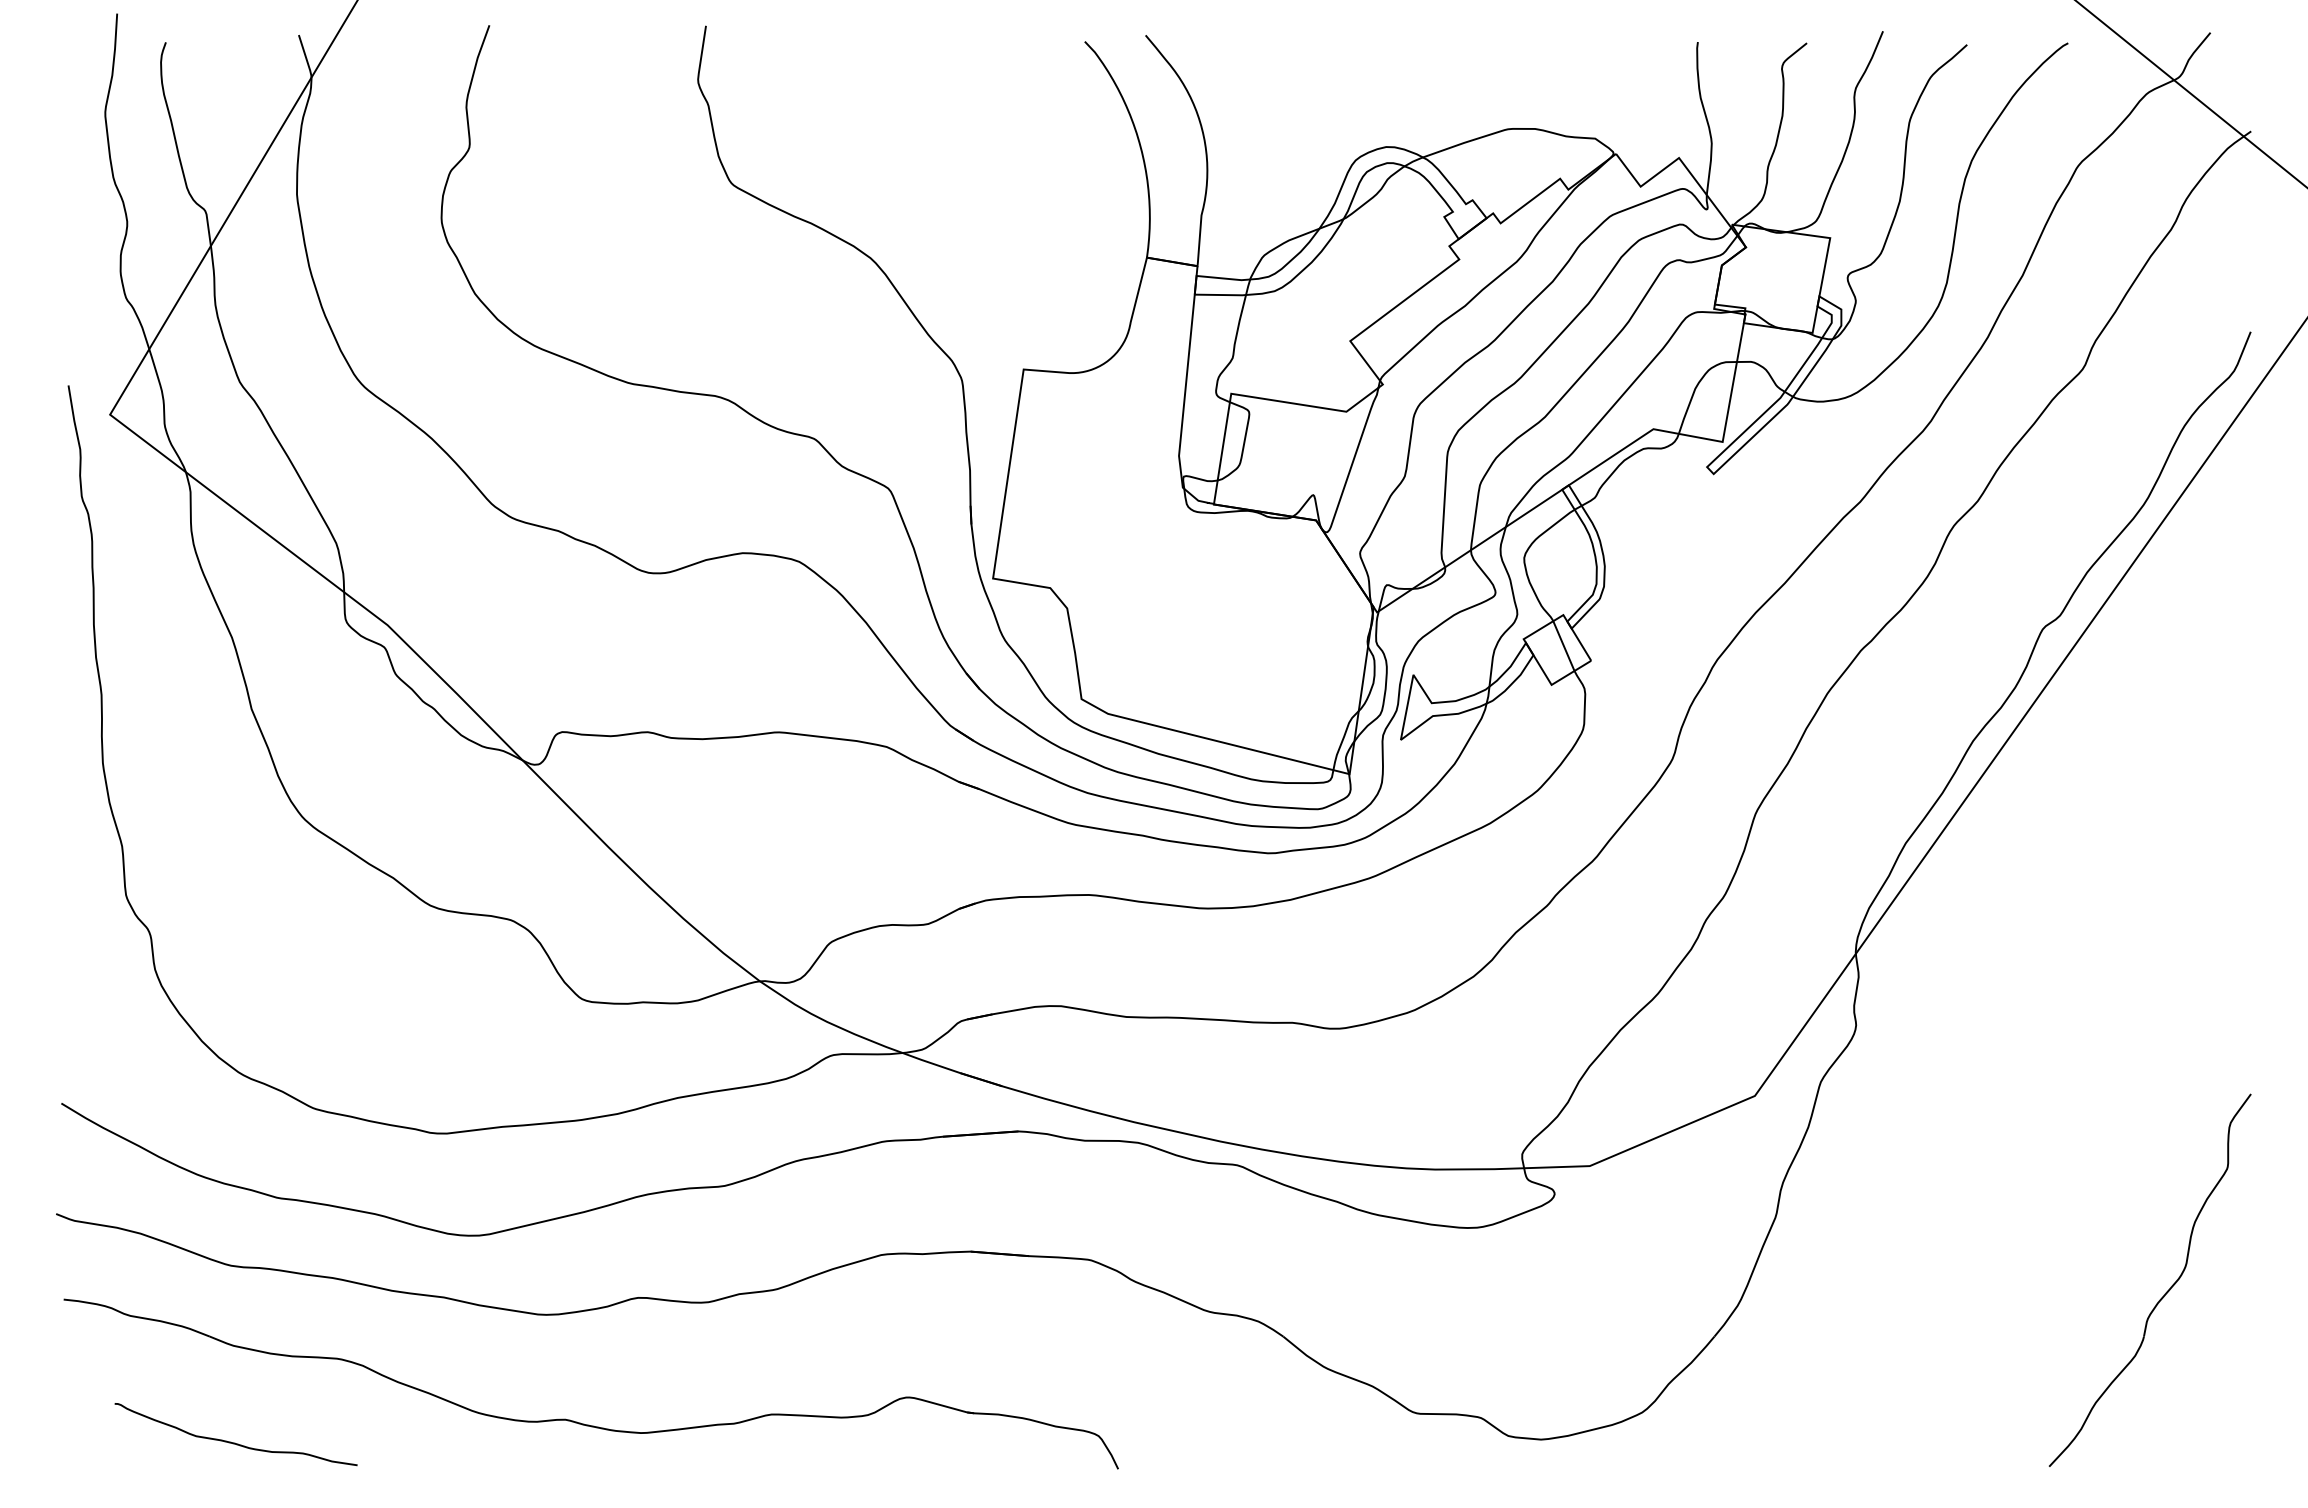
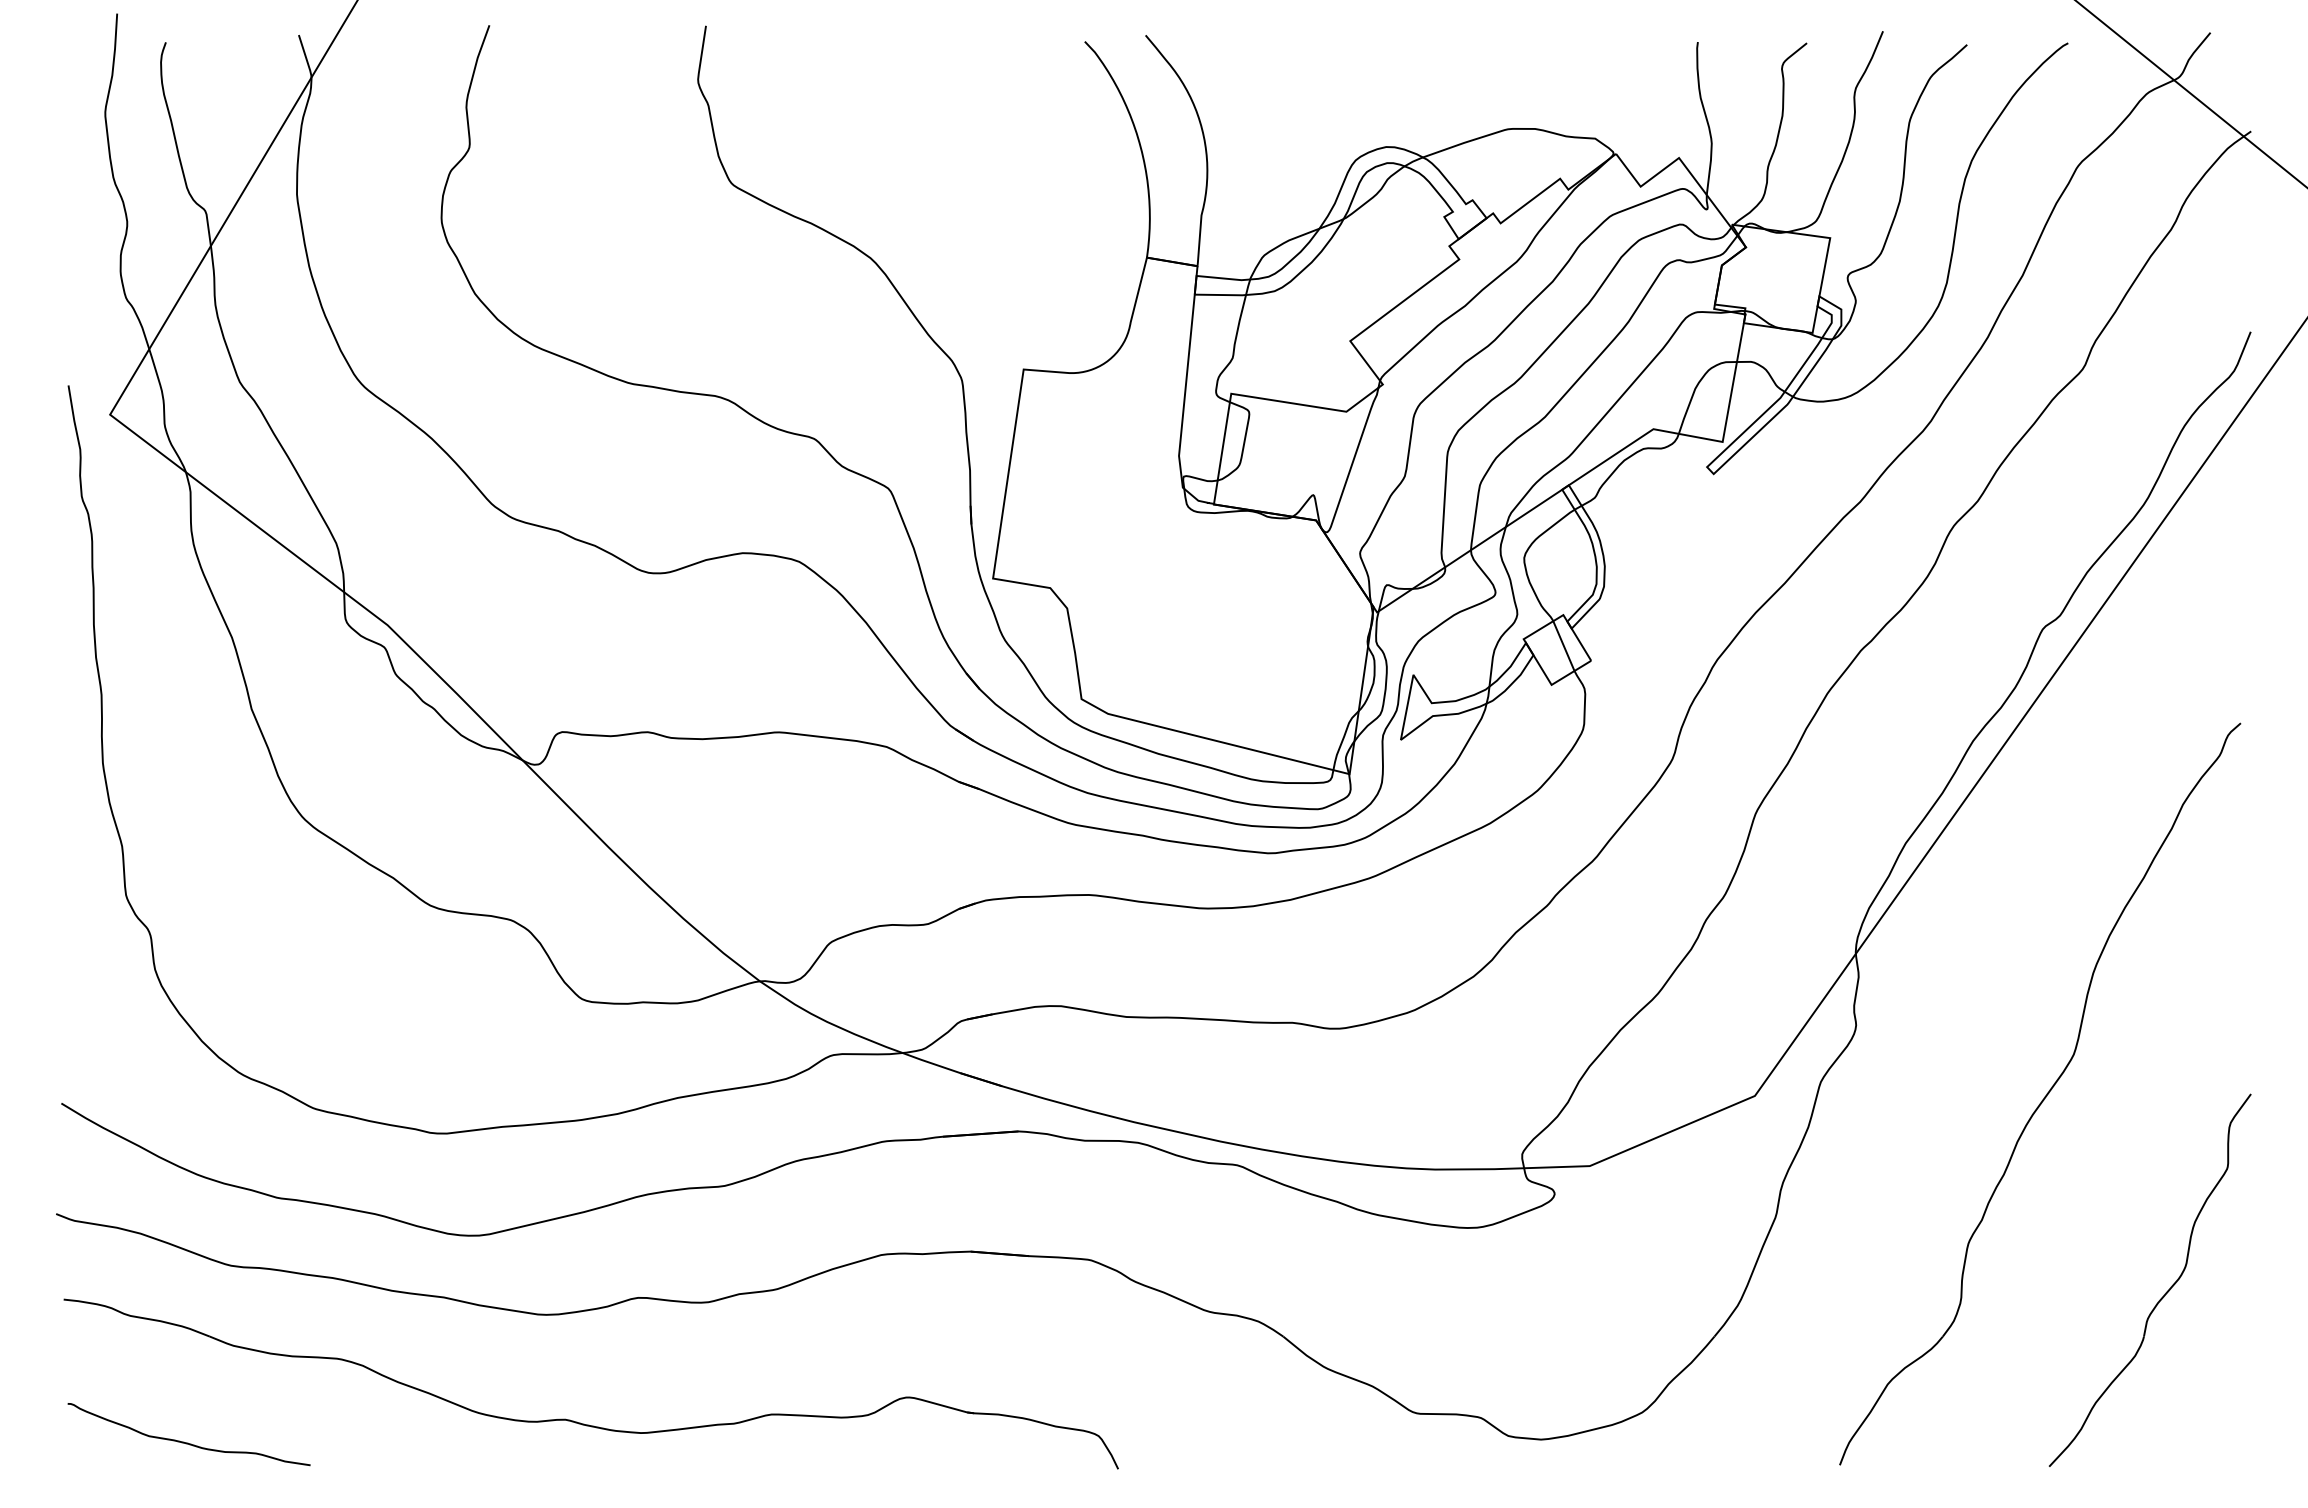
part at (2040, 1093): none -> present
curve at (235, 1442) position: (235, 1442) -> (188, 1442)
